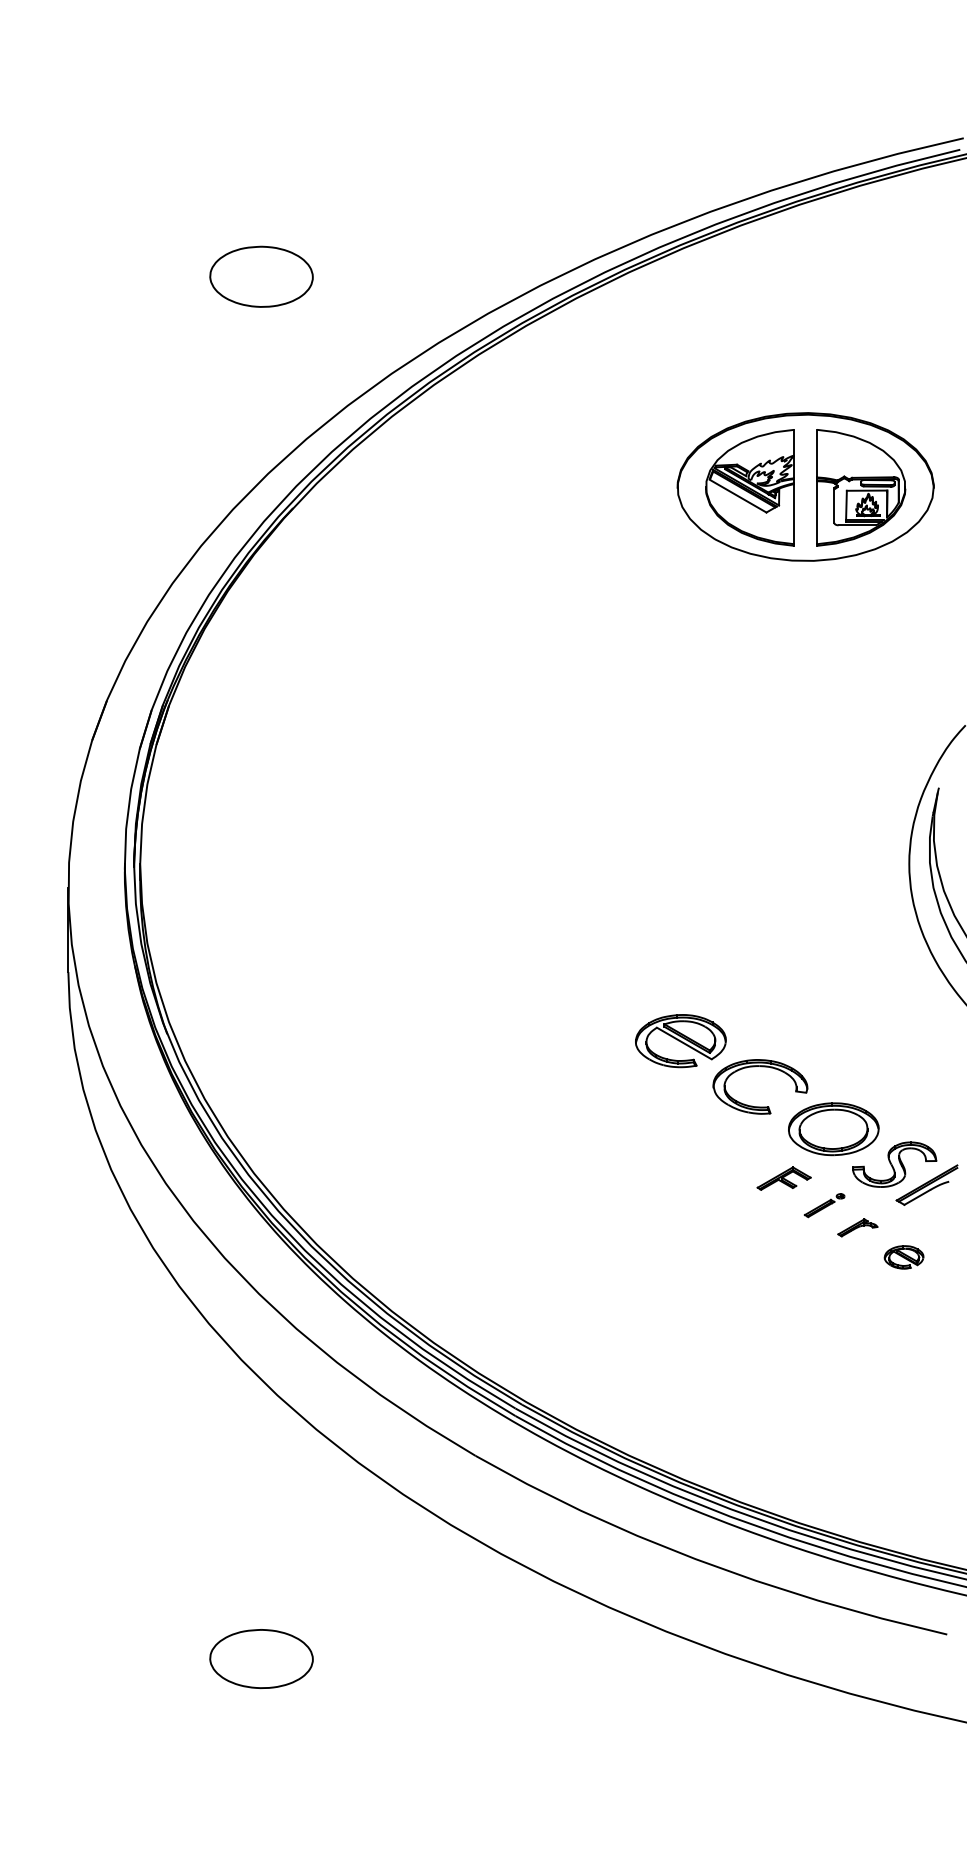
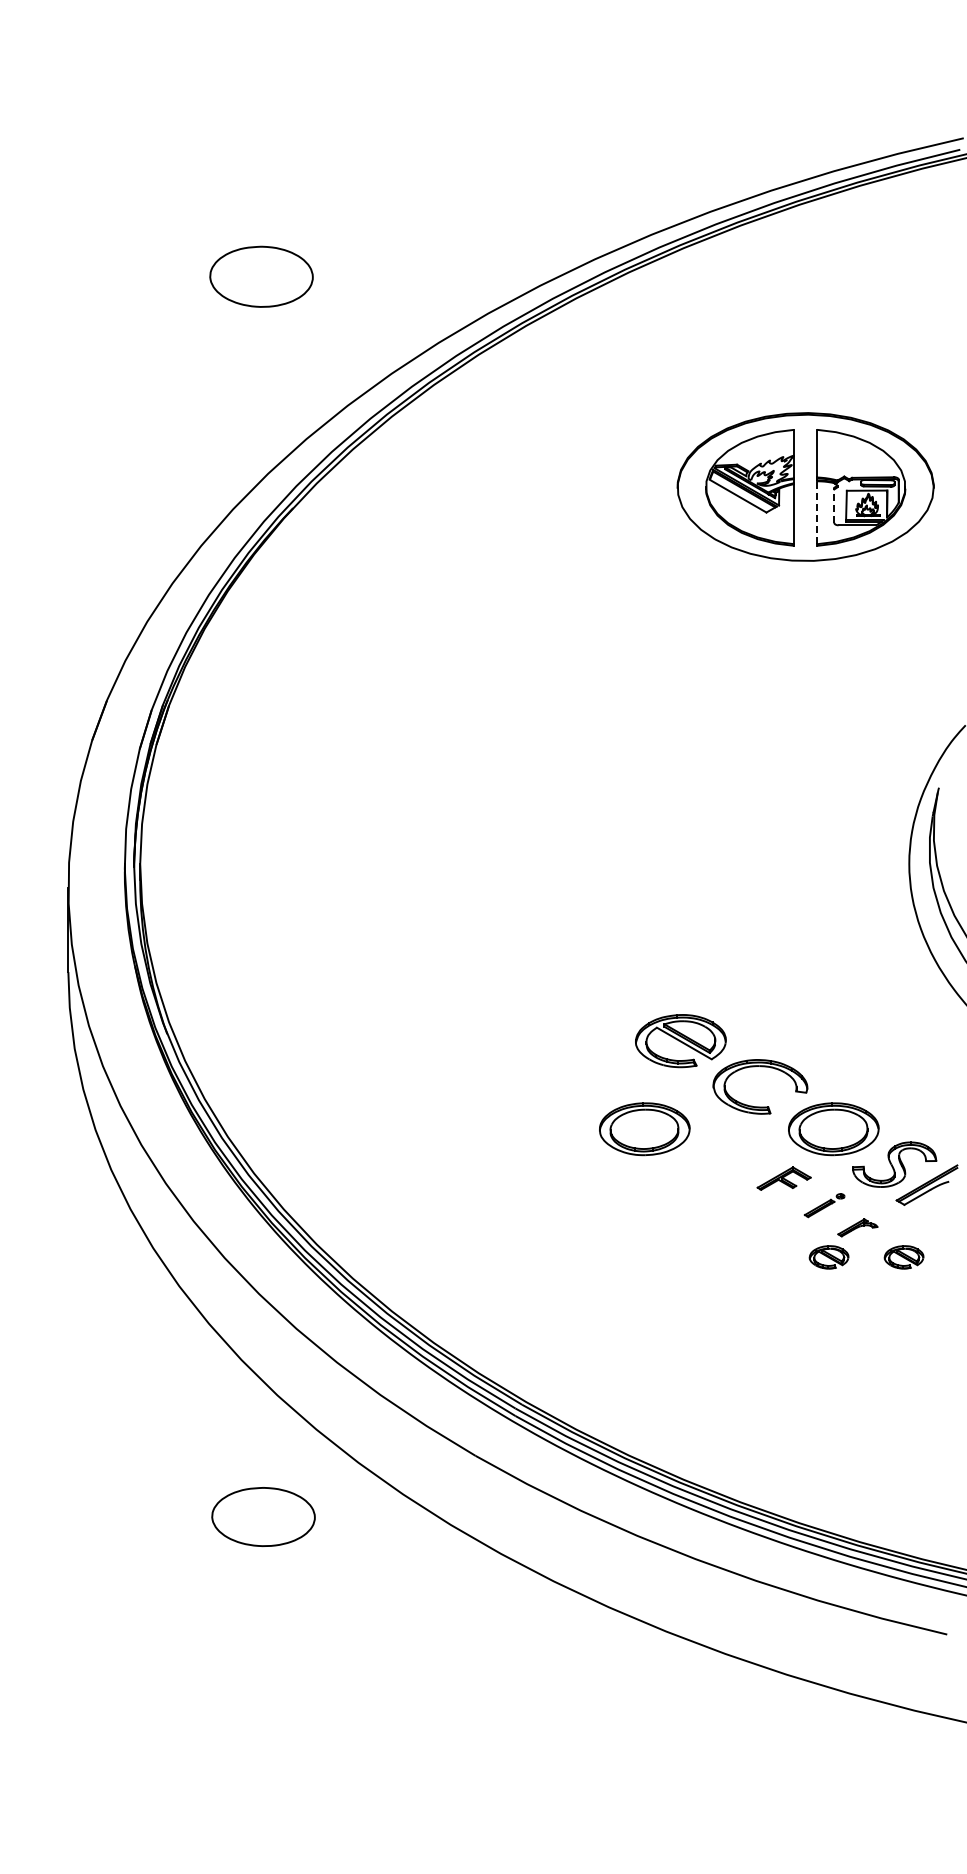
line at (834, 505): solid -> dashed
line at (817, 512): solid -> dashed
part at (644, 1129): none -> present
part at (828, 1257): none -> present
part at (261, 1658) position: (261, 1658) -> (263, 1516)
